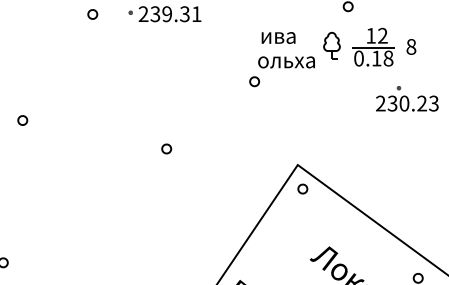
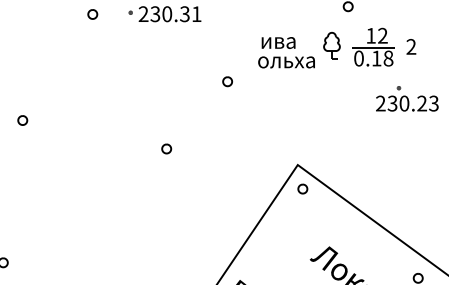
text at (167, 14): 239.31 -> 230.31
text at (278, 37) position: (278, 37) -> (278, 42)
text at (411, 46): 8 -> 2
part at (254, 81) position: (254, 81) -> (227, 81)
